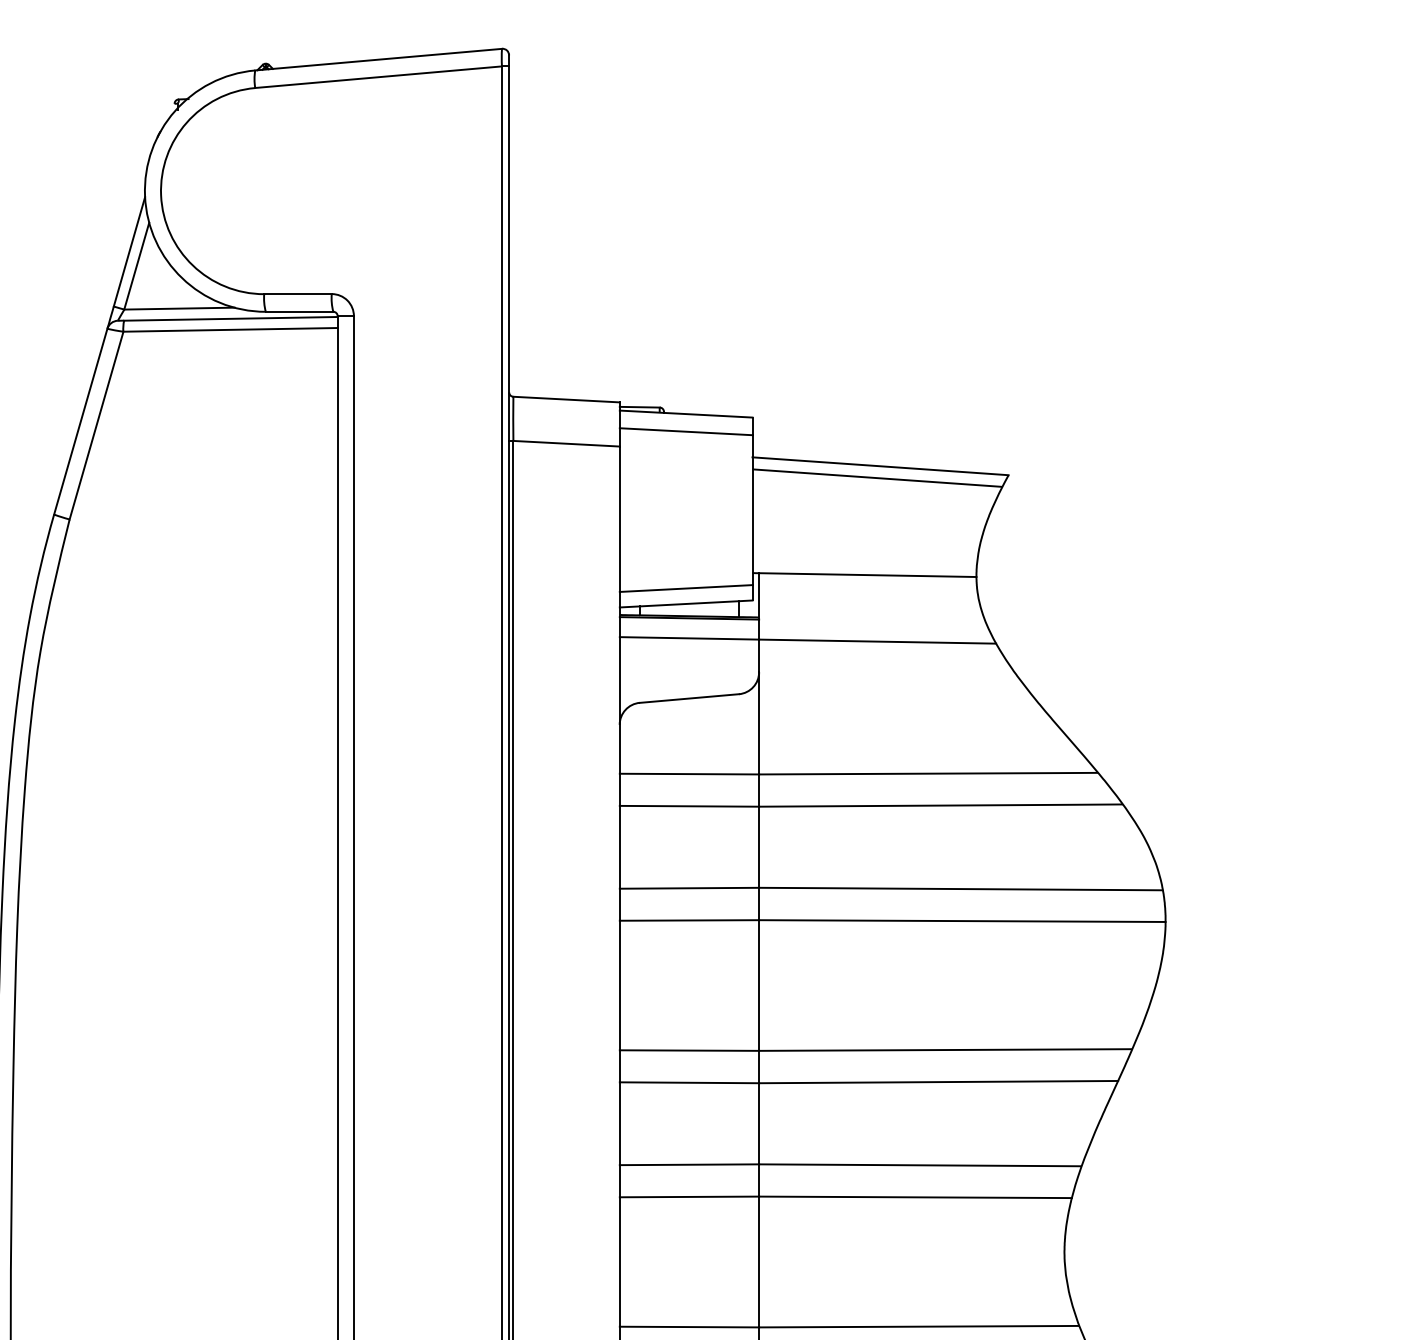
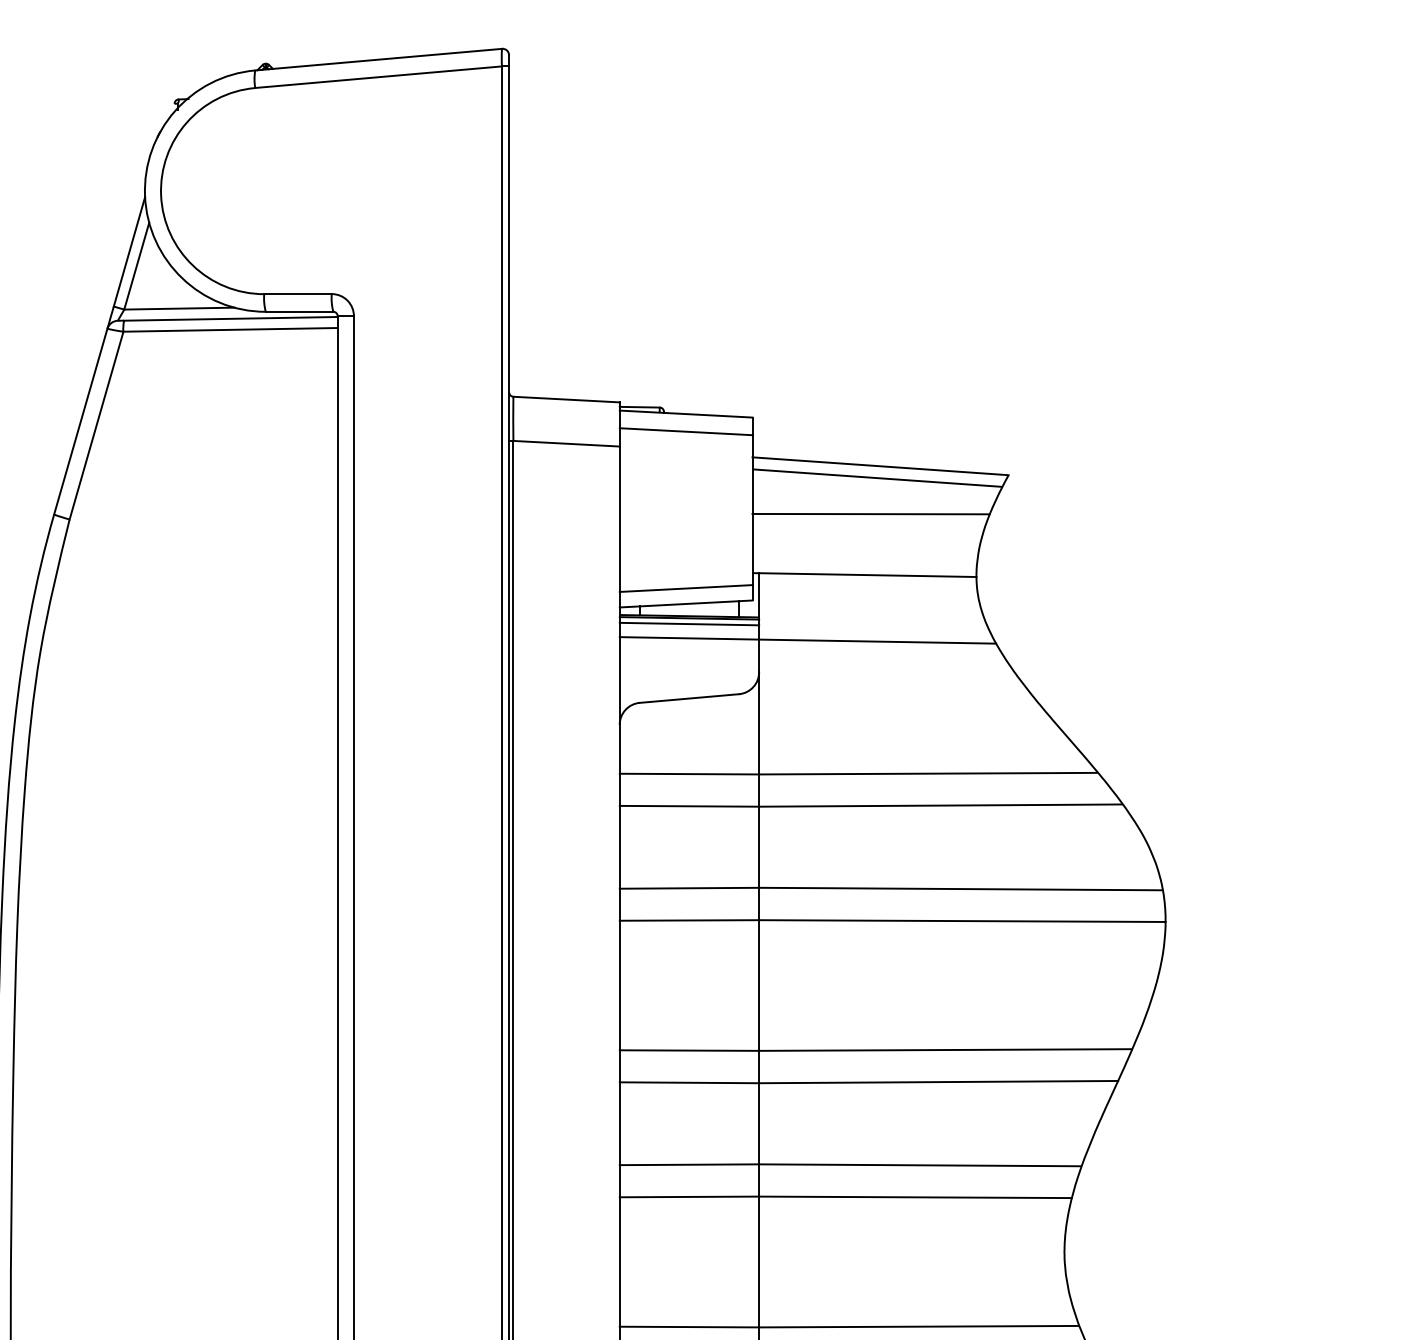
line at (870, 513): none -> present
line at (689, 623): none -> present
